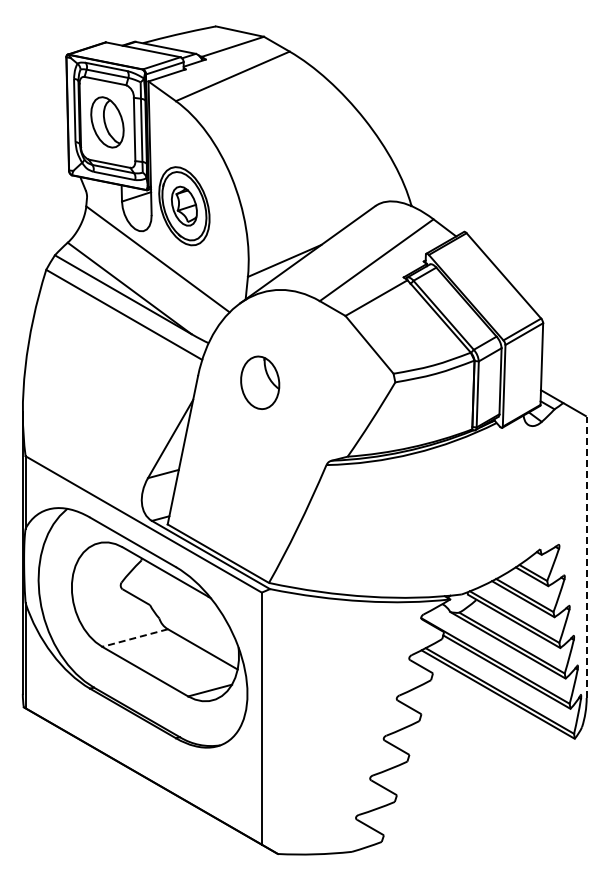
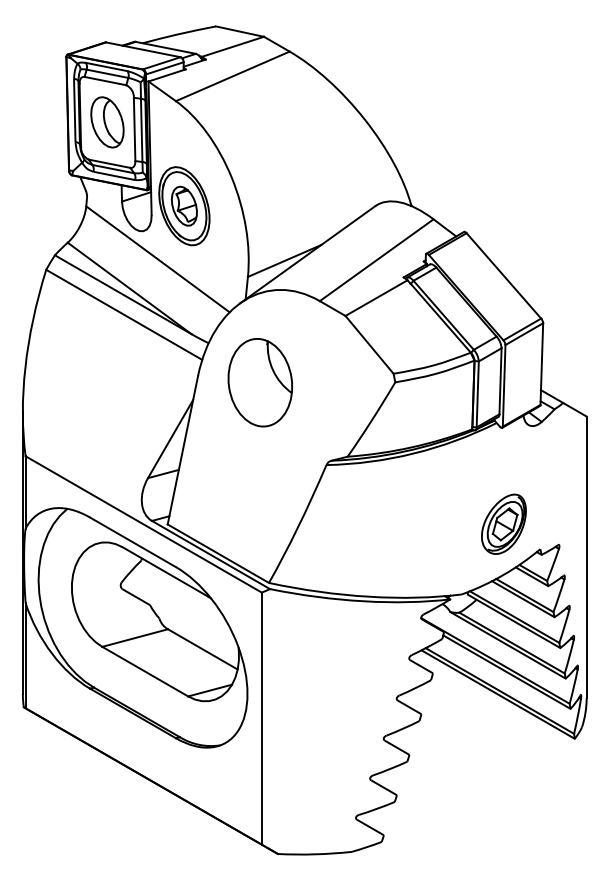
part at (260, 382) size: 41x55 px -> 66x90 px
part at (503, 523): none -> present
line at (586, 557): dashed -> solid
line at (135, 638): dashed -> solid
